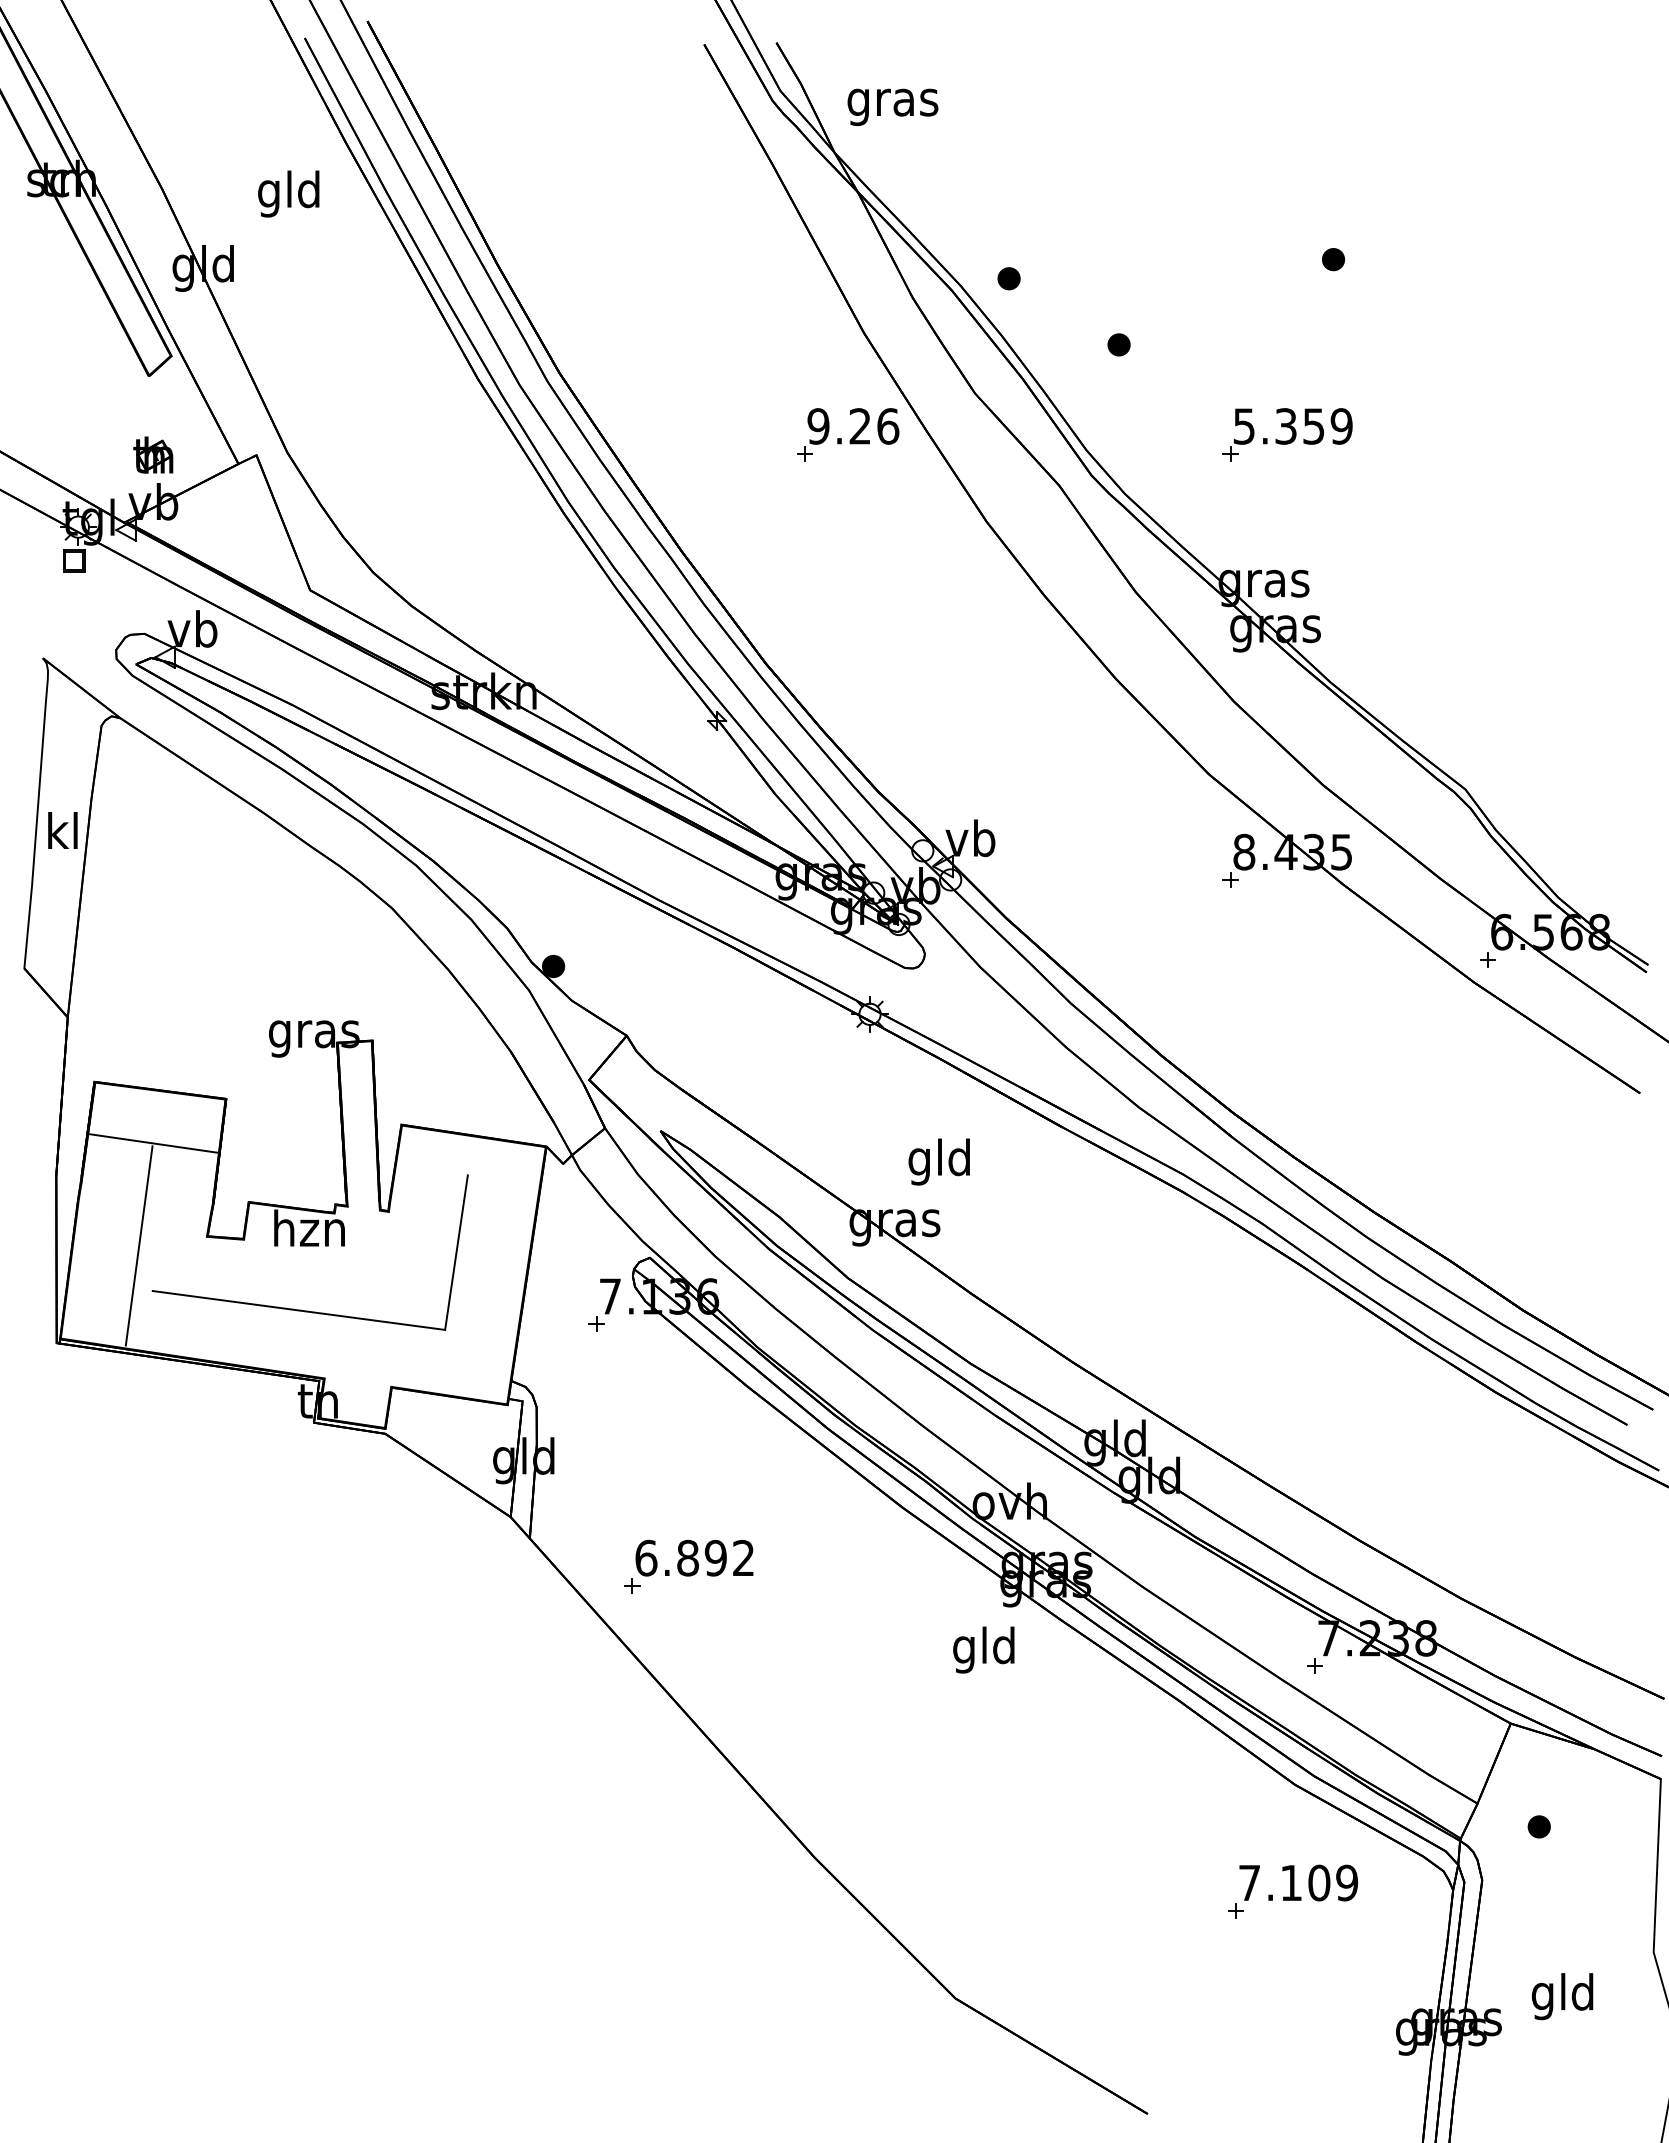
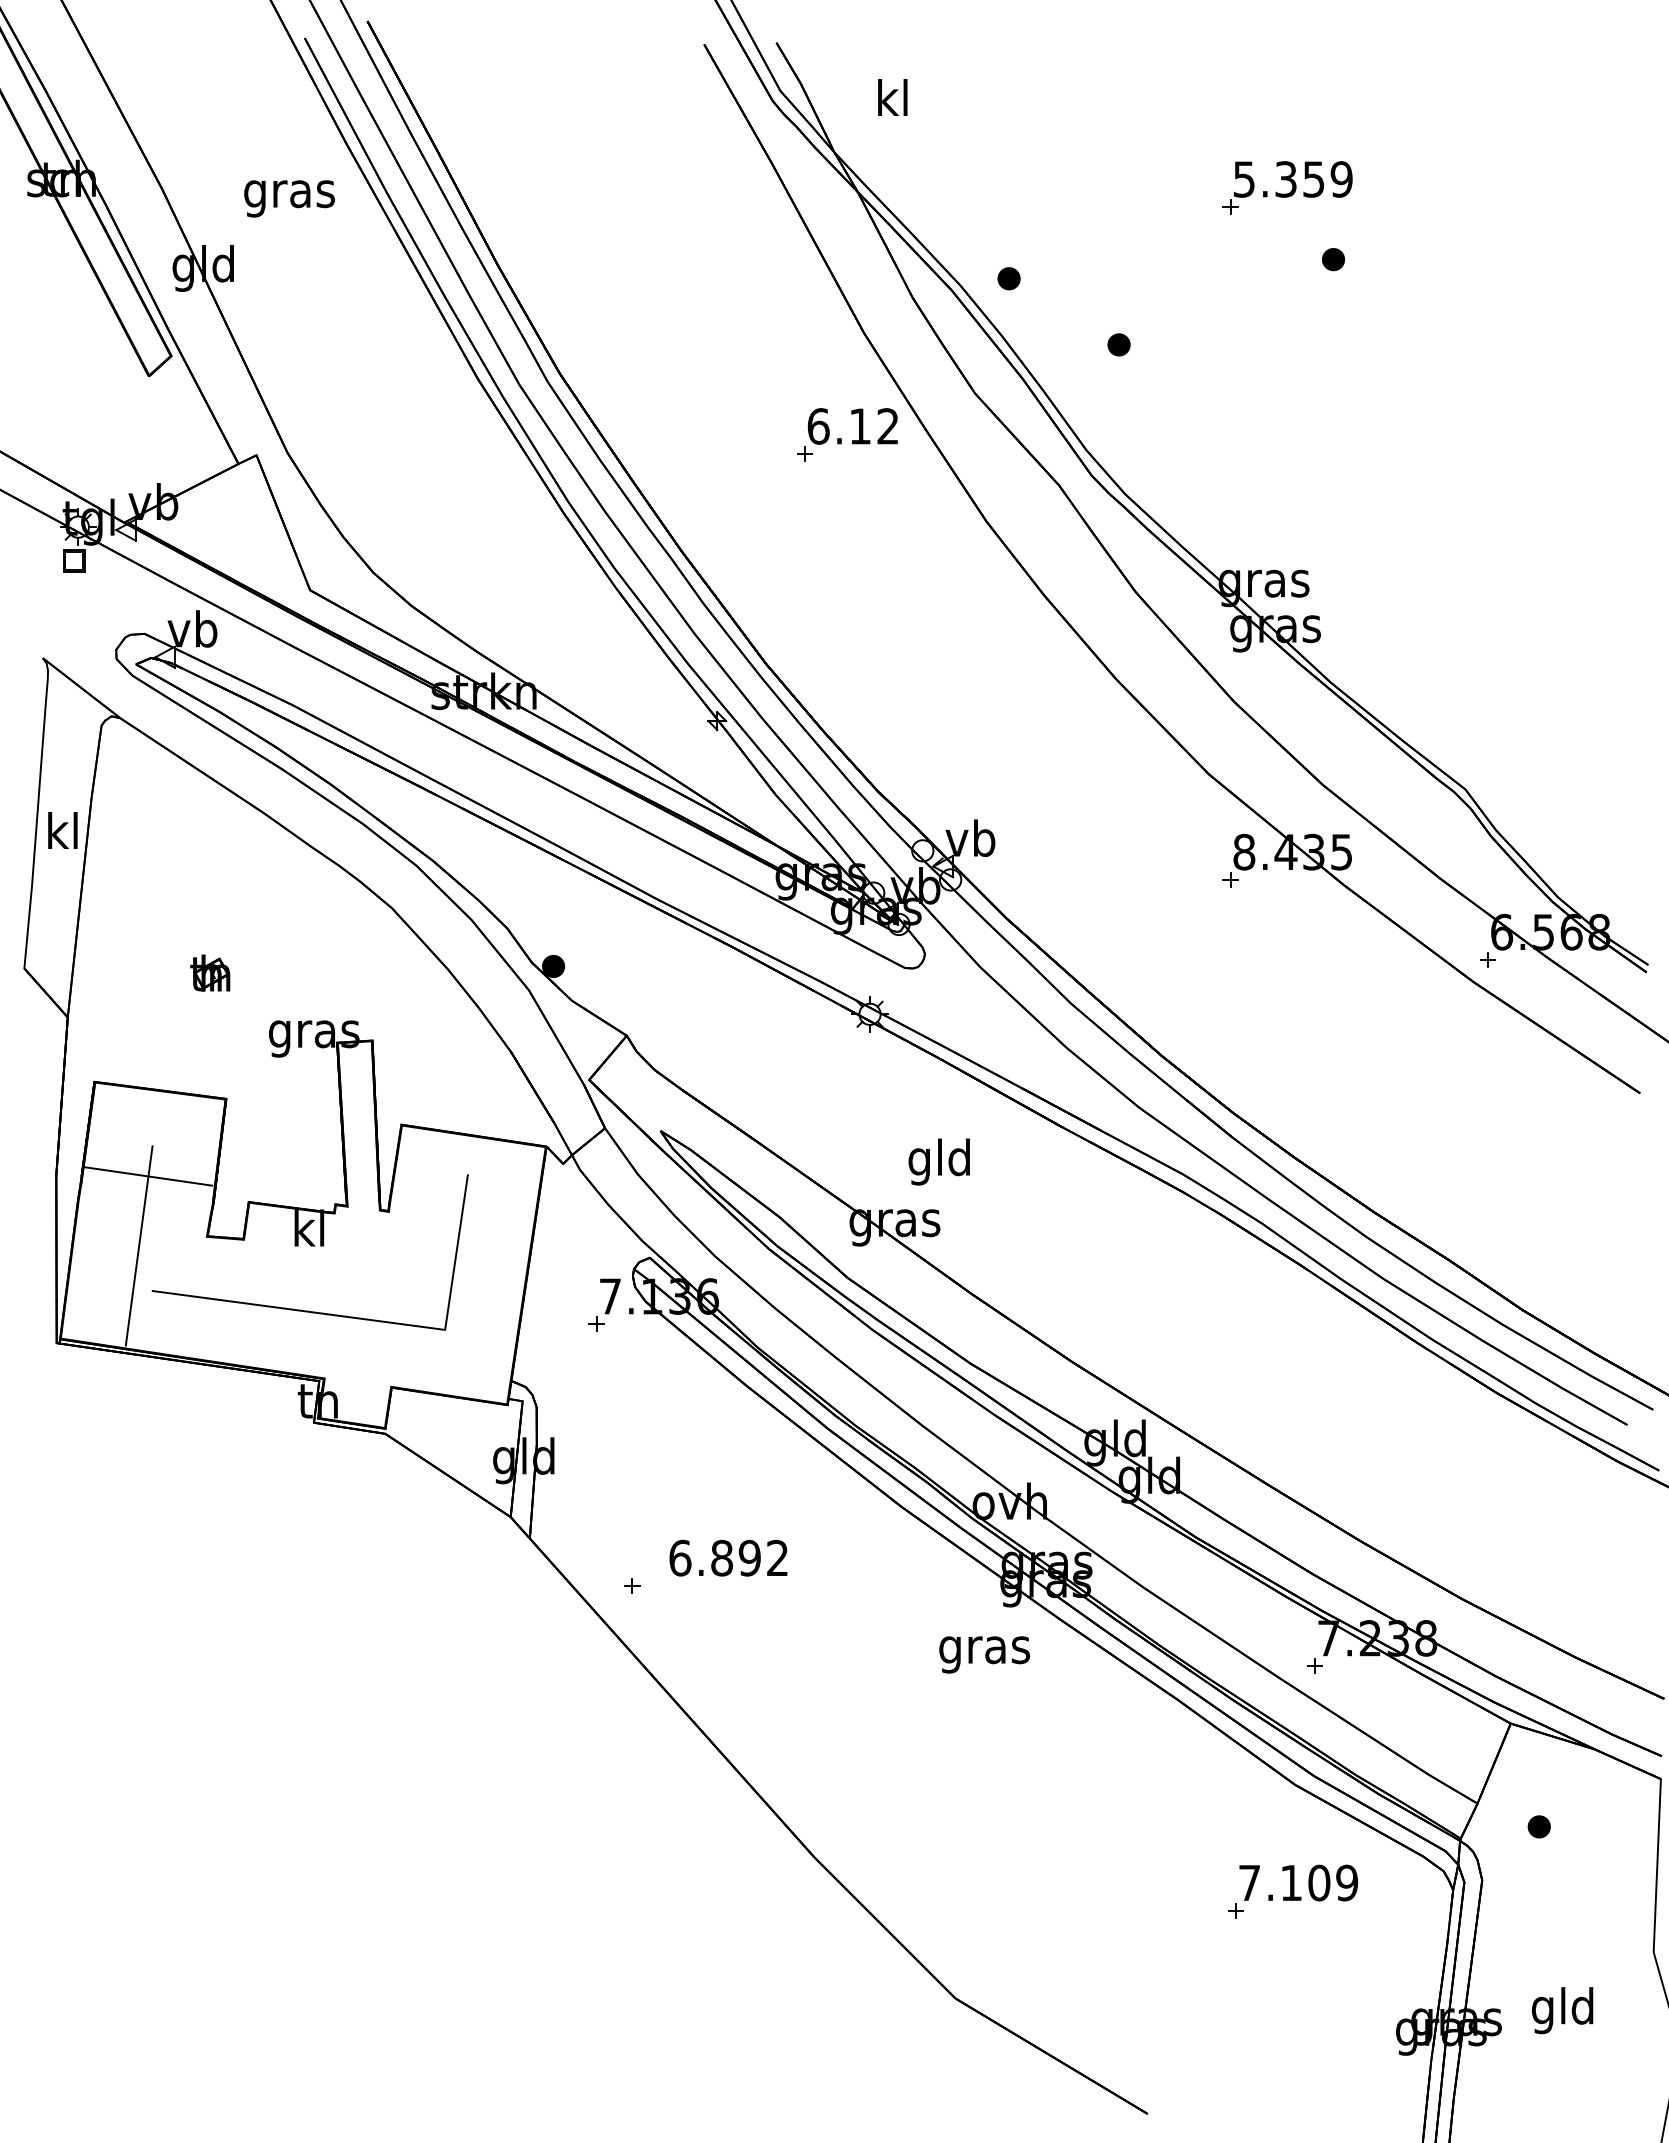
text at (892, 102): gras -> kl
text at (289, 193): gld -> gras
text at (853, 426): 9.26 -> 6.12
part at (1287, 434) position: (1287, 434) -> (1287, 187)
part at (153, 454) position: (153, 454) -> (210, 972)
line at (153, 1143) position: (153, 1143) -> (148, 1176)
text at (309, 1227): hzn -> kl
text at (694, 1557) position: (694, 1557) -> (728, 1557)
text at (984, 1649): gld -> gras
text at (1562, 1996) position: (1562, 1996) -> (1562, 2010)
